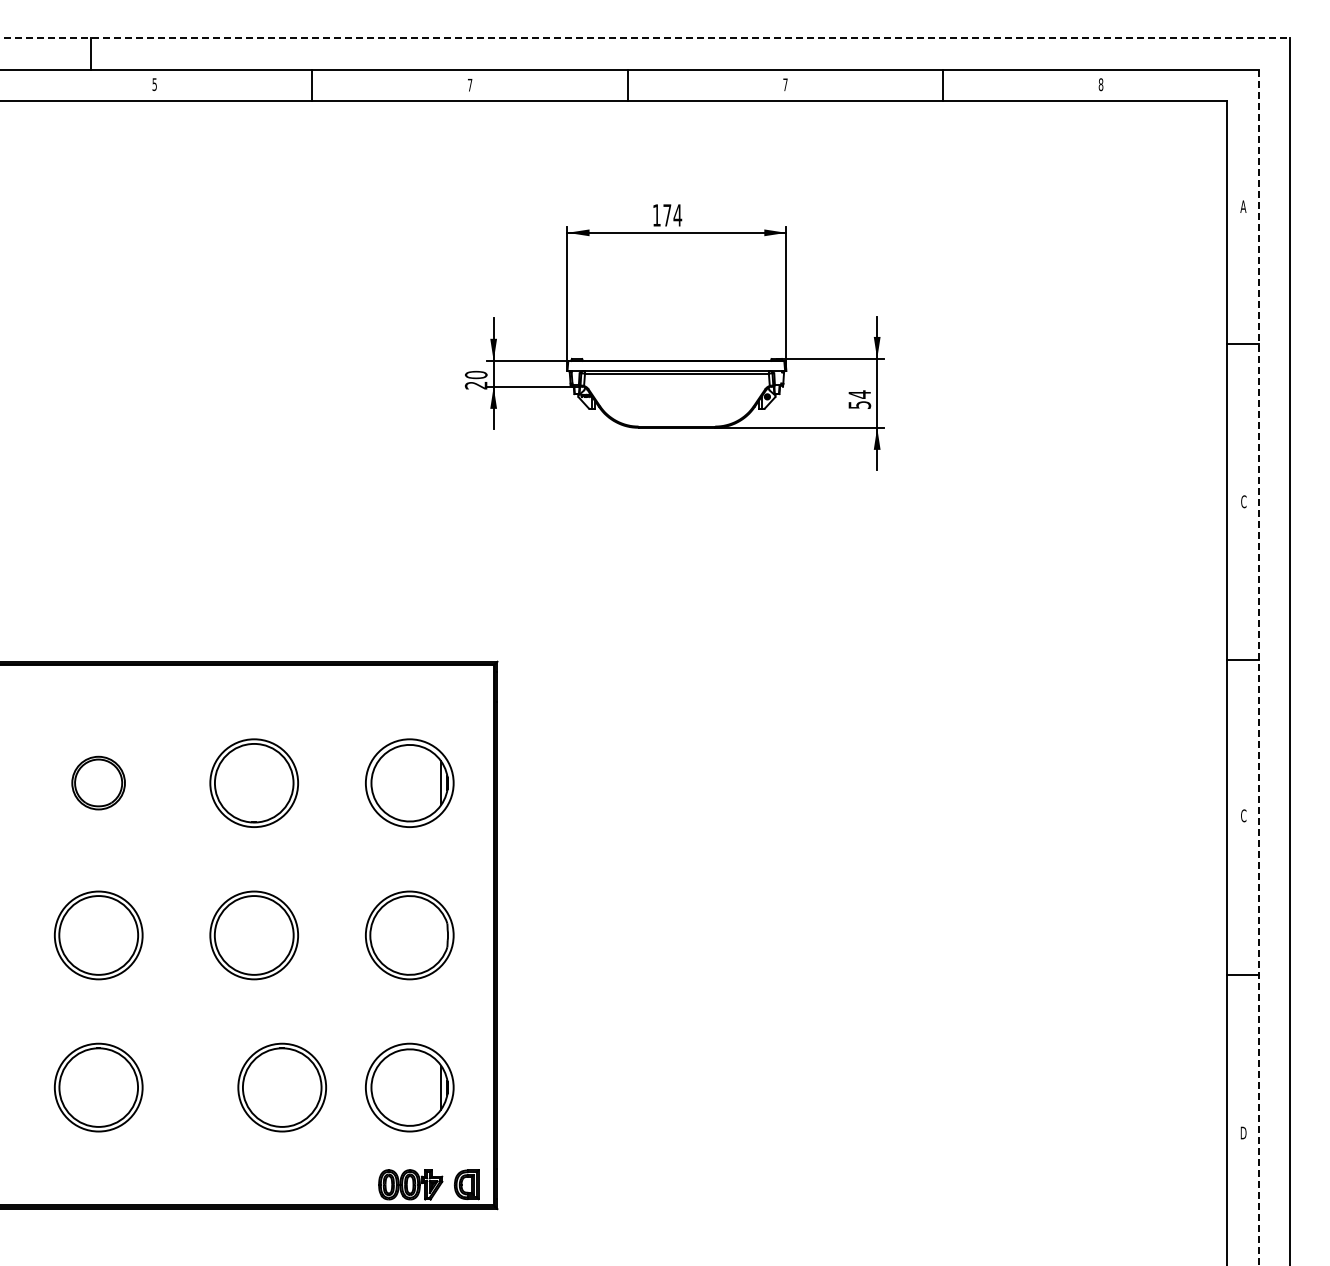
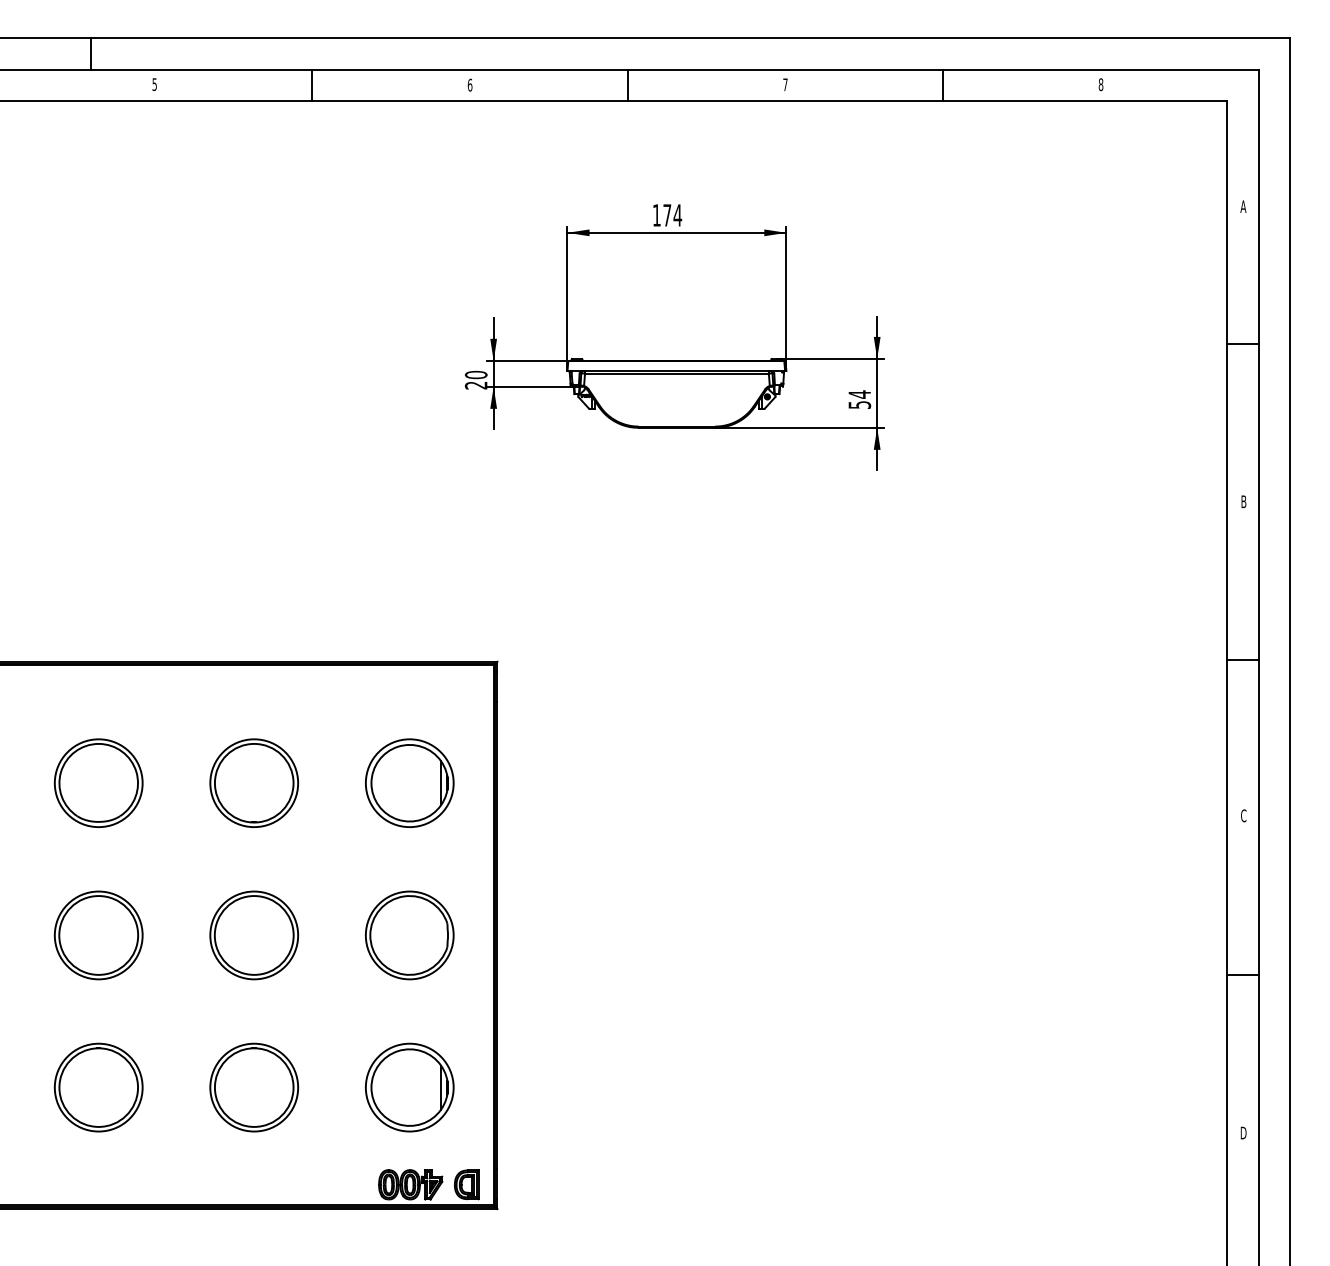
line at (645, 38): dashed -> solid
text at (469, 84): 7 -> 6
text at (1243, 501): C -> B
line at (1258, 667): dashed -> solid
part at (98, 782) size: 55x56 px -> 91x90 px
part at (281, 1087) position: (281, 1087) -> (253, 1087)
